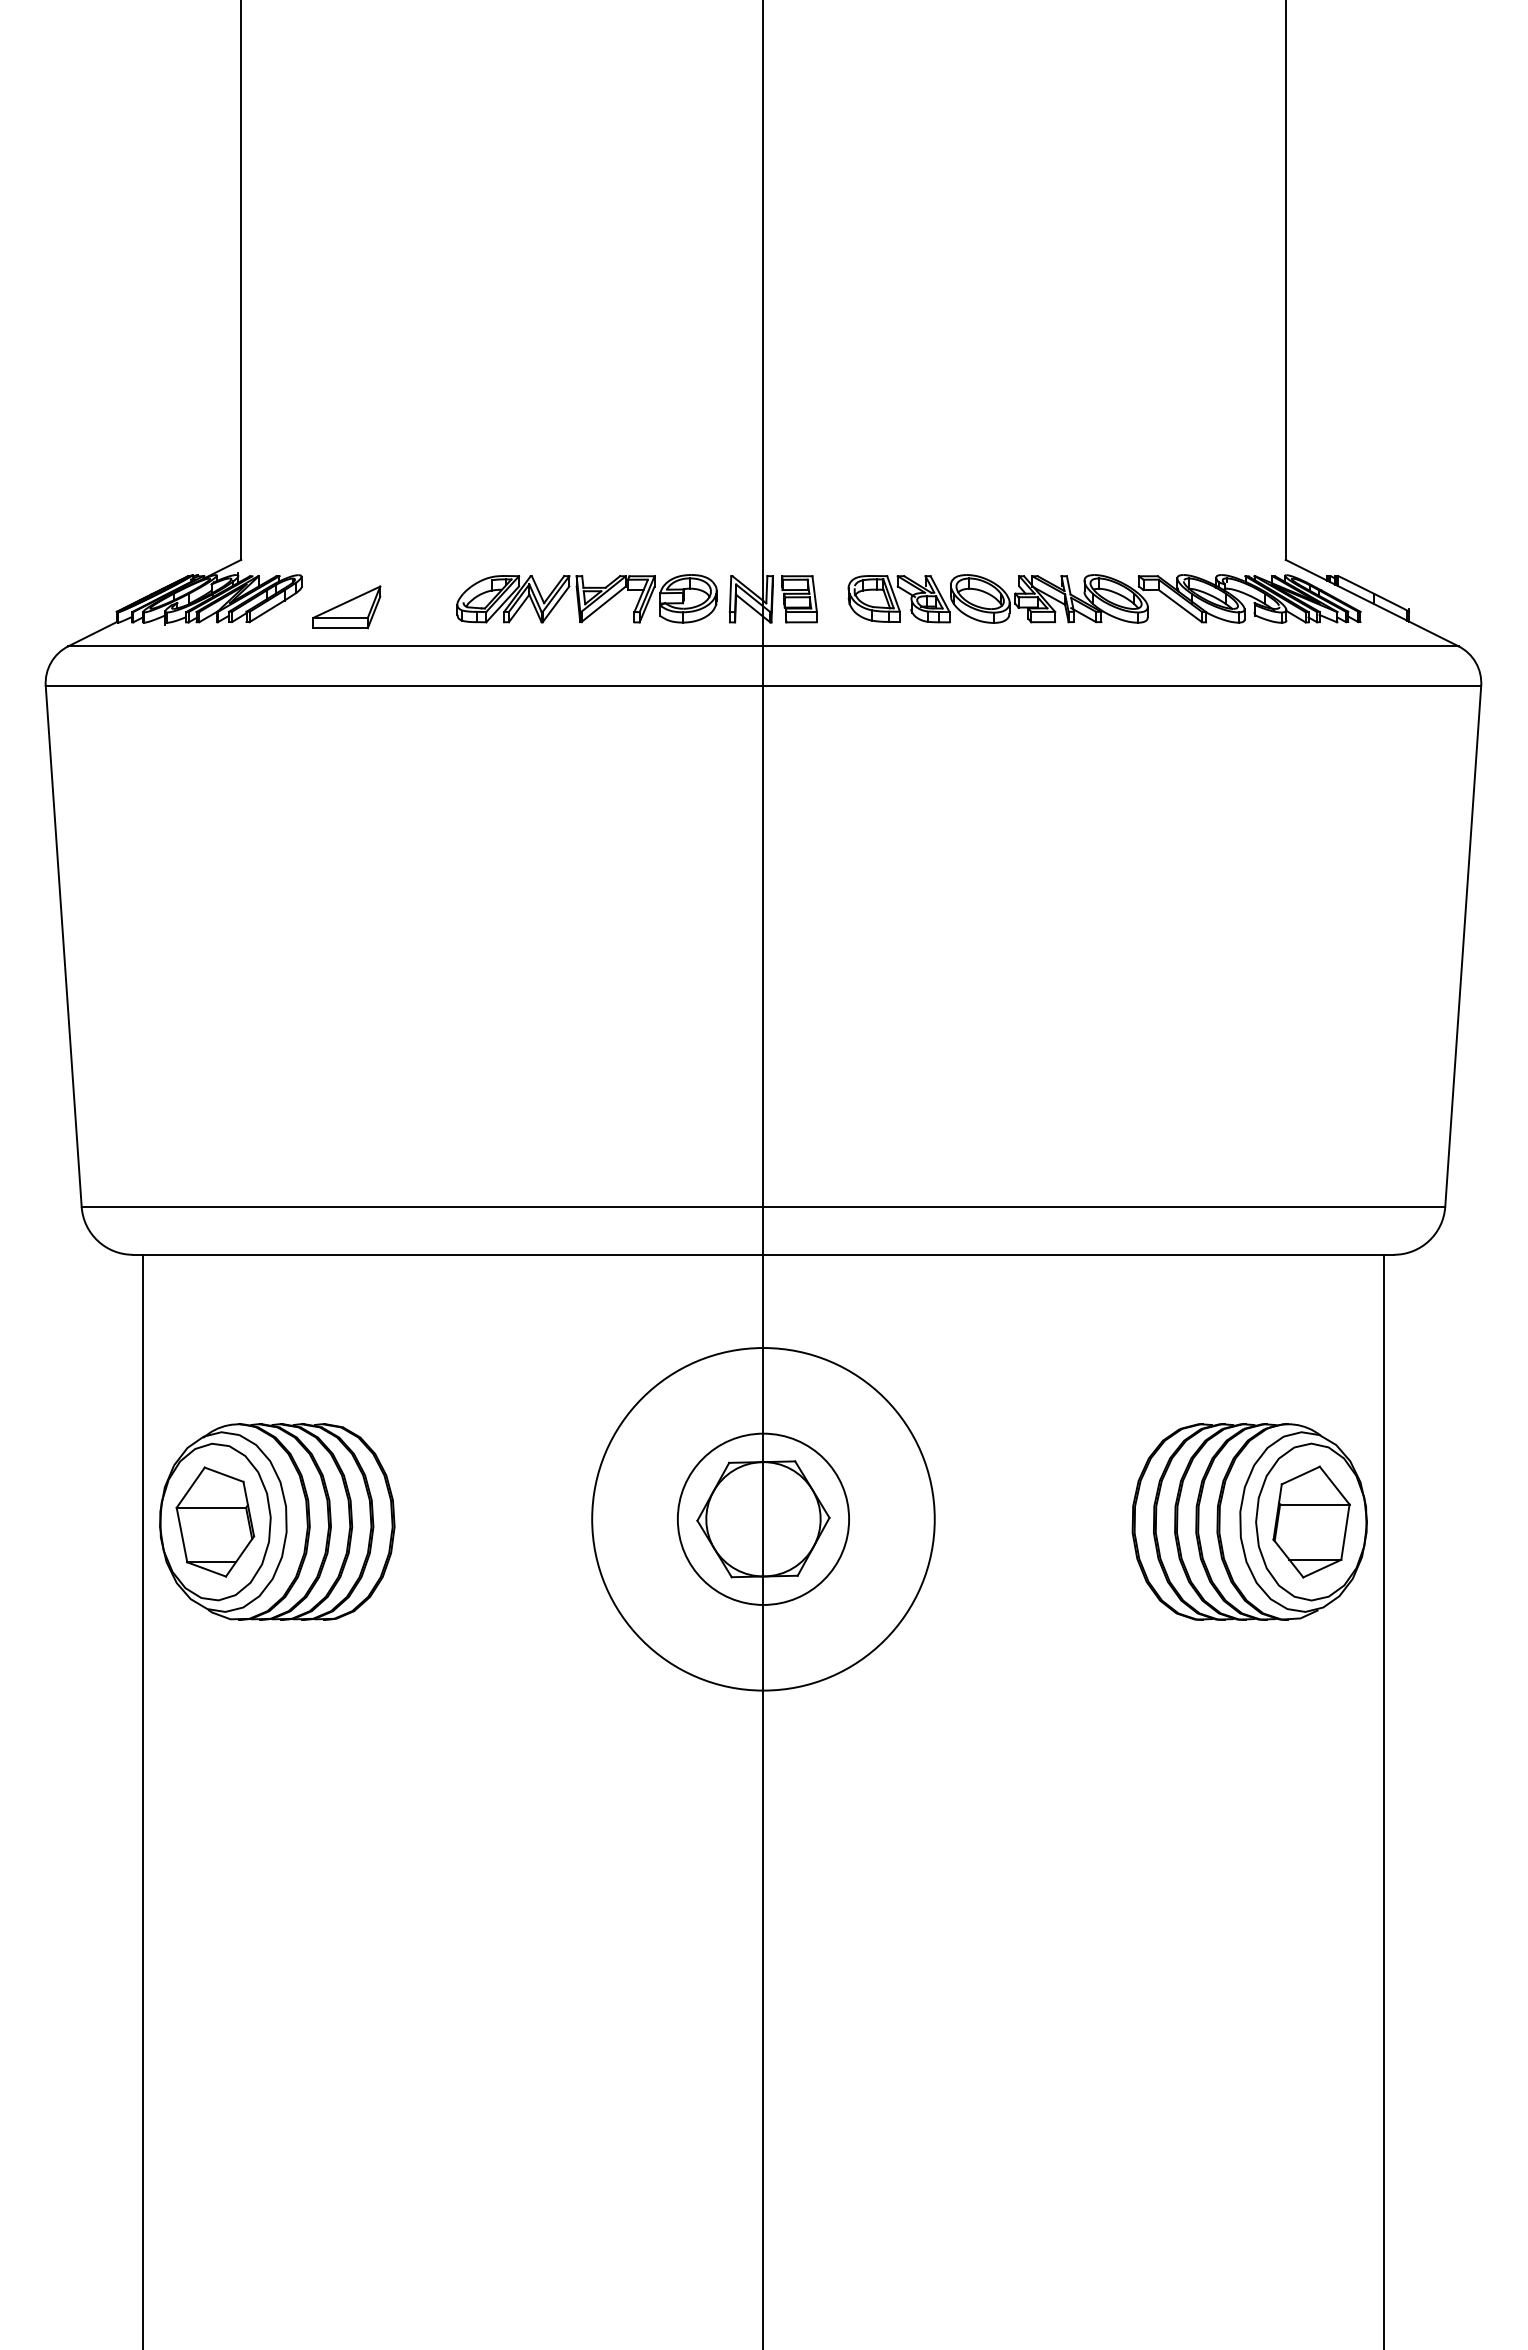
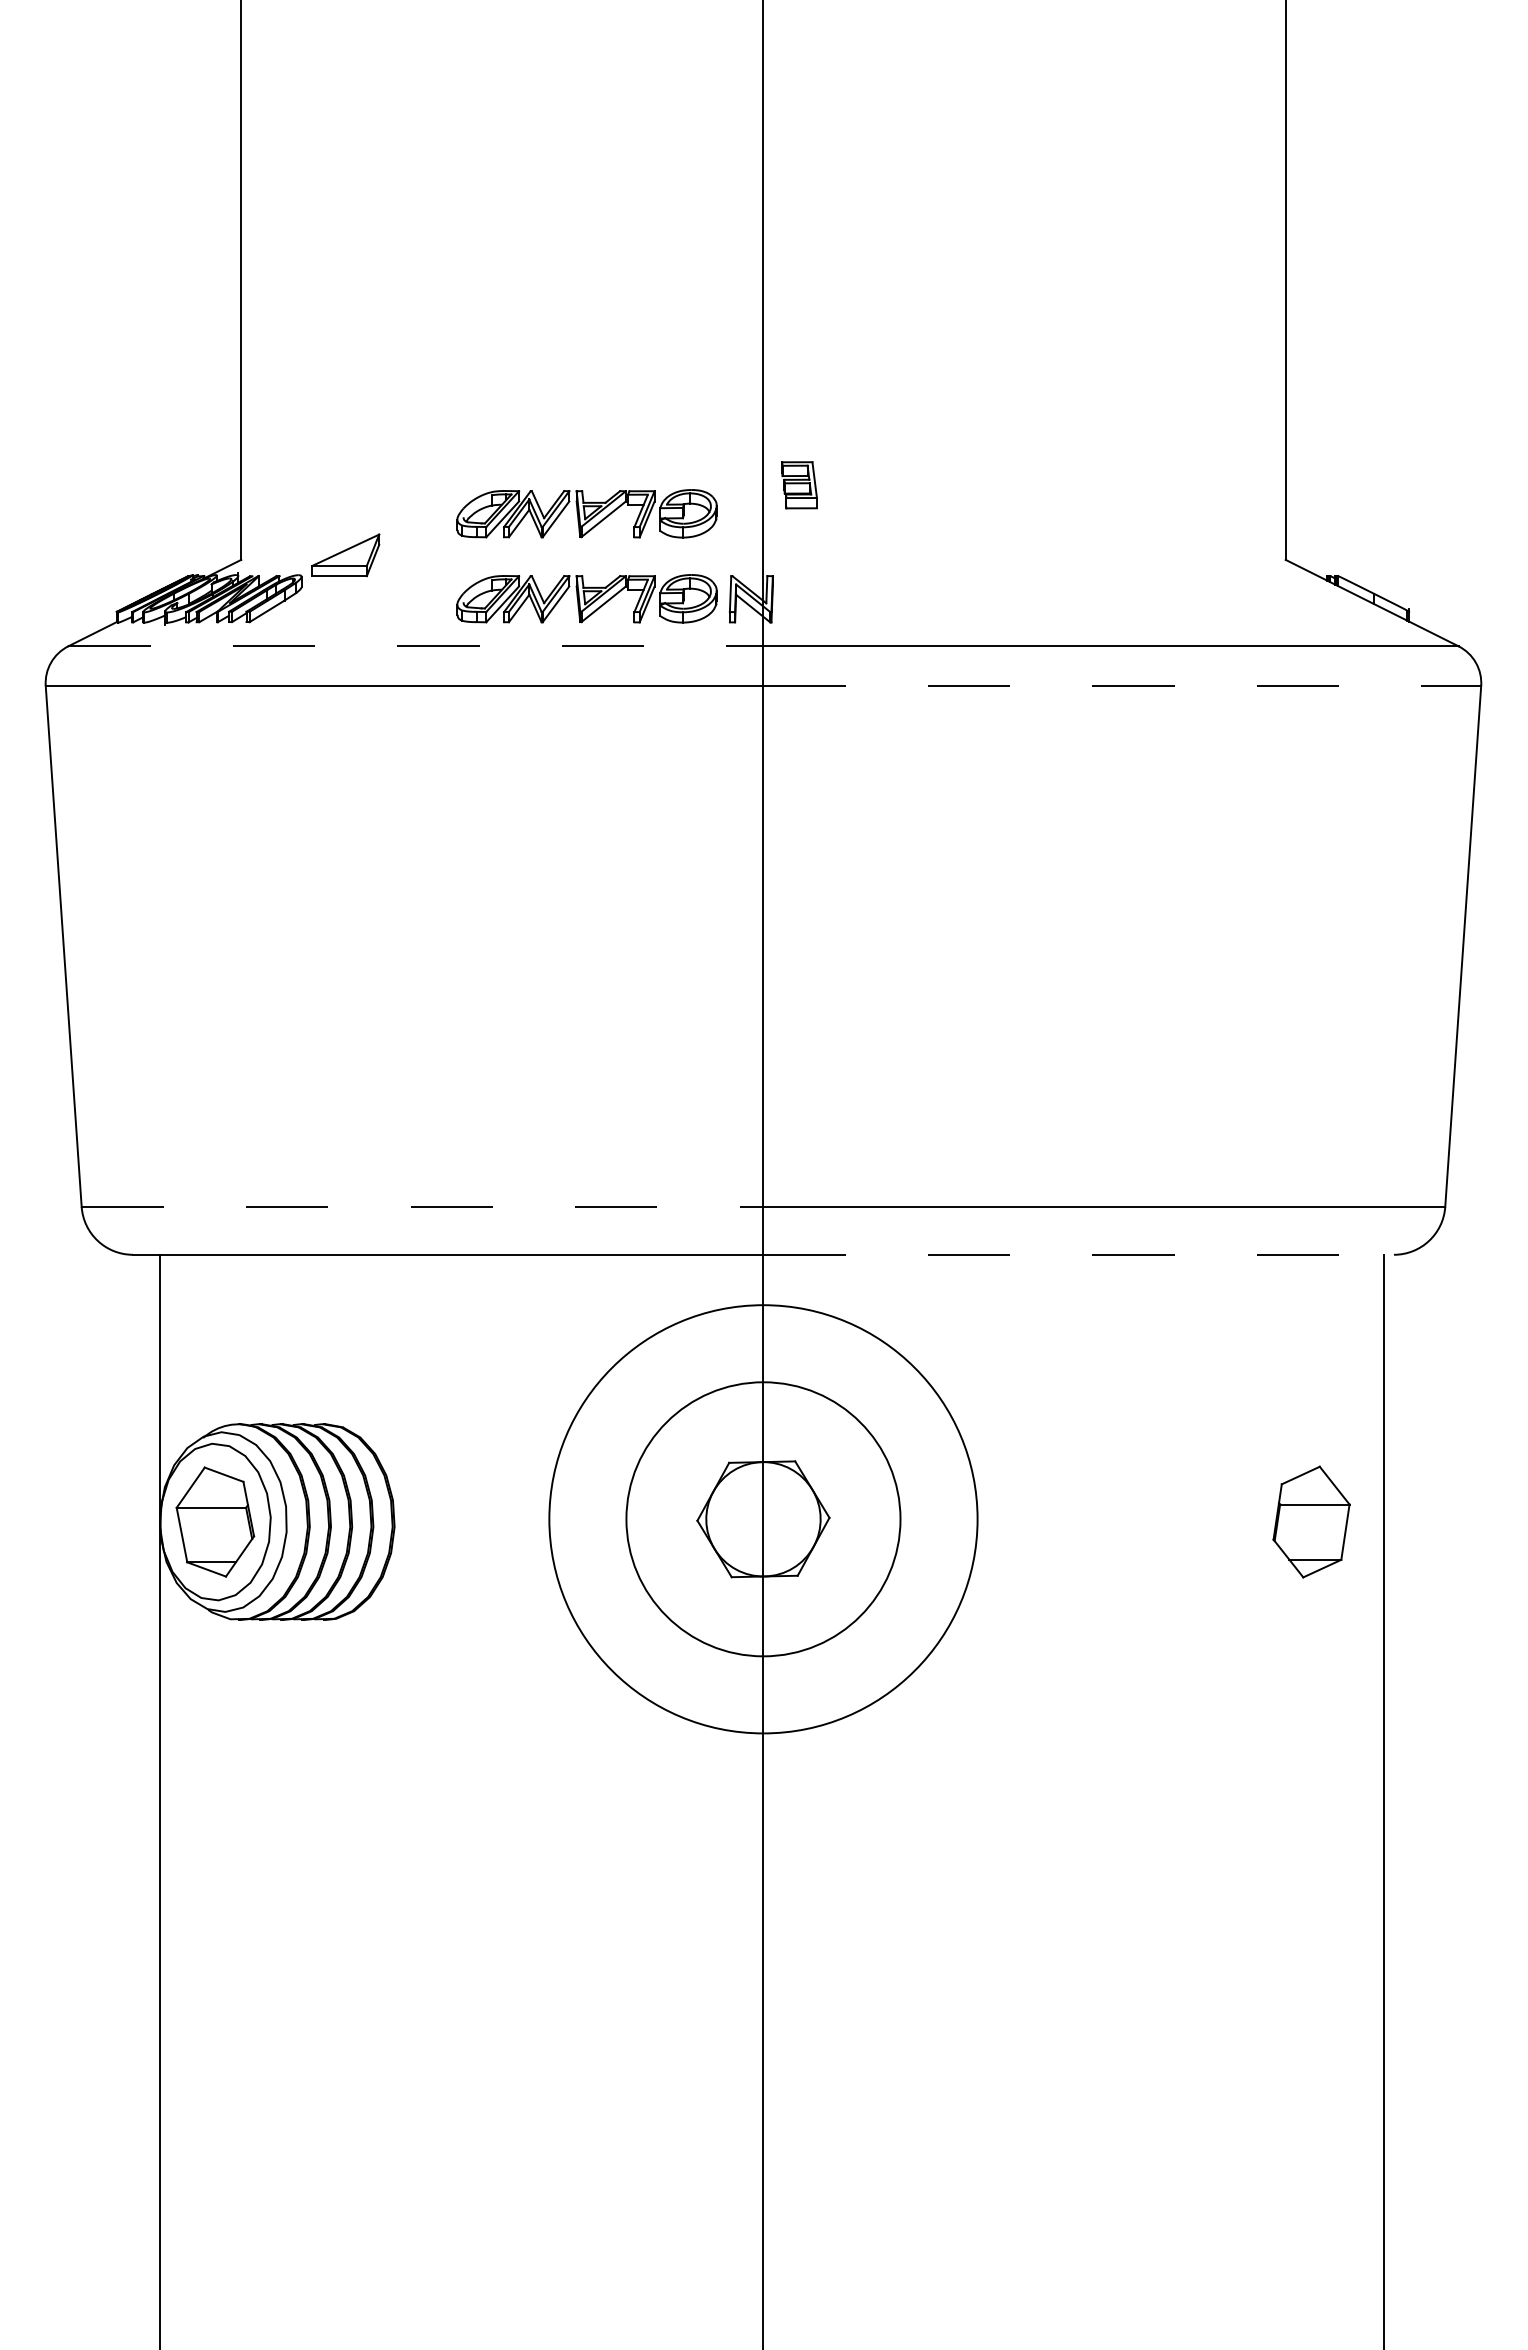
part at (586, 513): none -> present
part at (1104, 598): present -> none
part at (799, 599) position: (799, 599) -> (799, 485)
part at (346, 607) position: (346, 607) -> (345, 555)
line at (415, 646): solid -> dashed
line at (1122, 685): solid -> dashed
line at (422, 1206): solid -> dashed
line at (1079, 1254): solid -> dashed
circle at (763, 1518) diameter: 171 px -> 274 px
circle at (763, 1519) diameter: 343 px -> 428 px
part at (1249, 1521): present -> none
line at (143, 1800) position: (143, 1800) -> (160, 1800)
